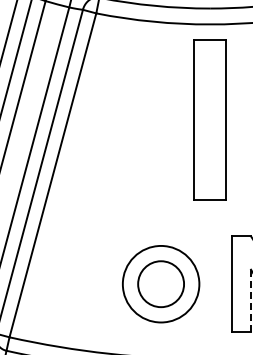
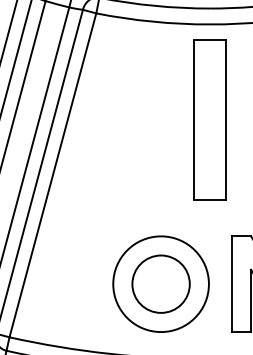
circle at (160, 283) diameter: 77 px -> 96 px
circle at (161, 284) diameter: 46 px -> 57 px
line at (251, 301): dashed -> solid
